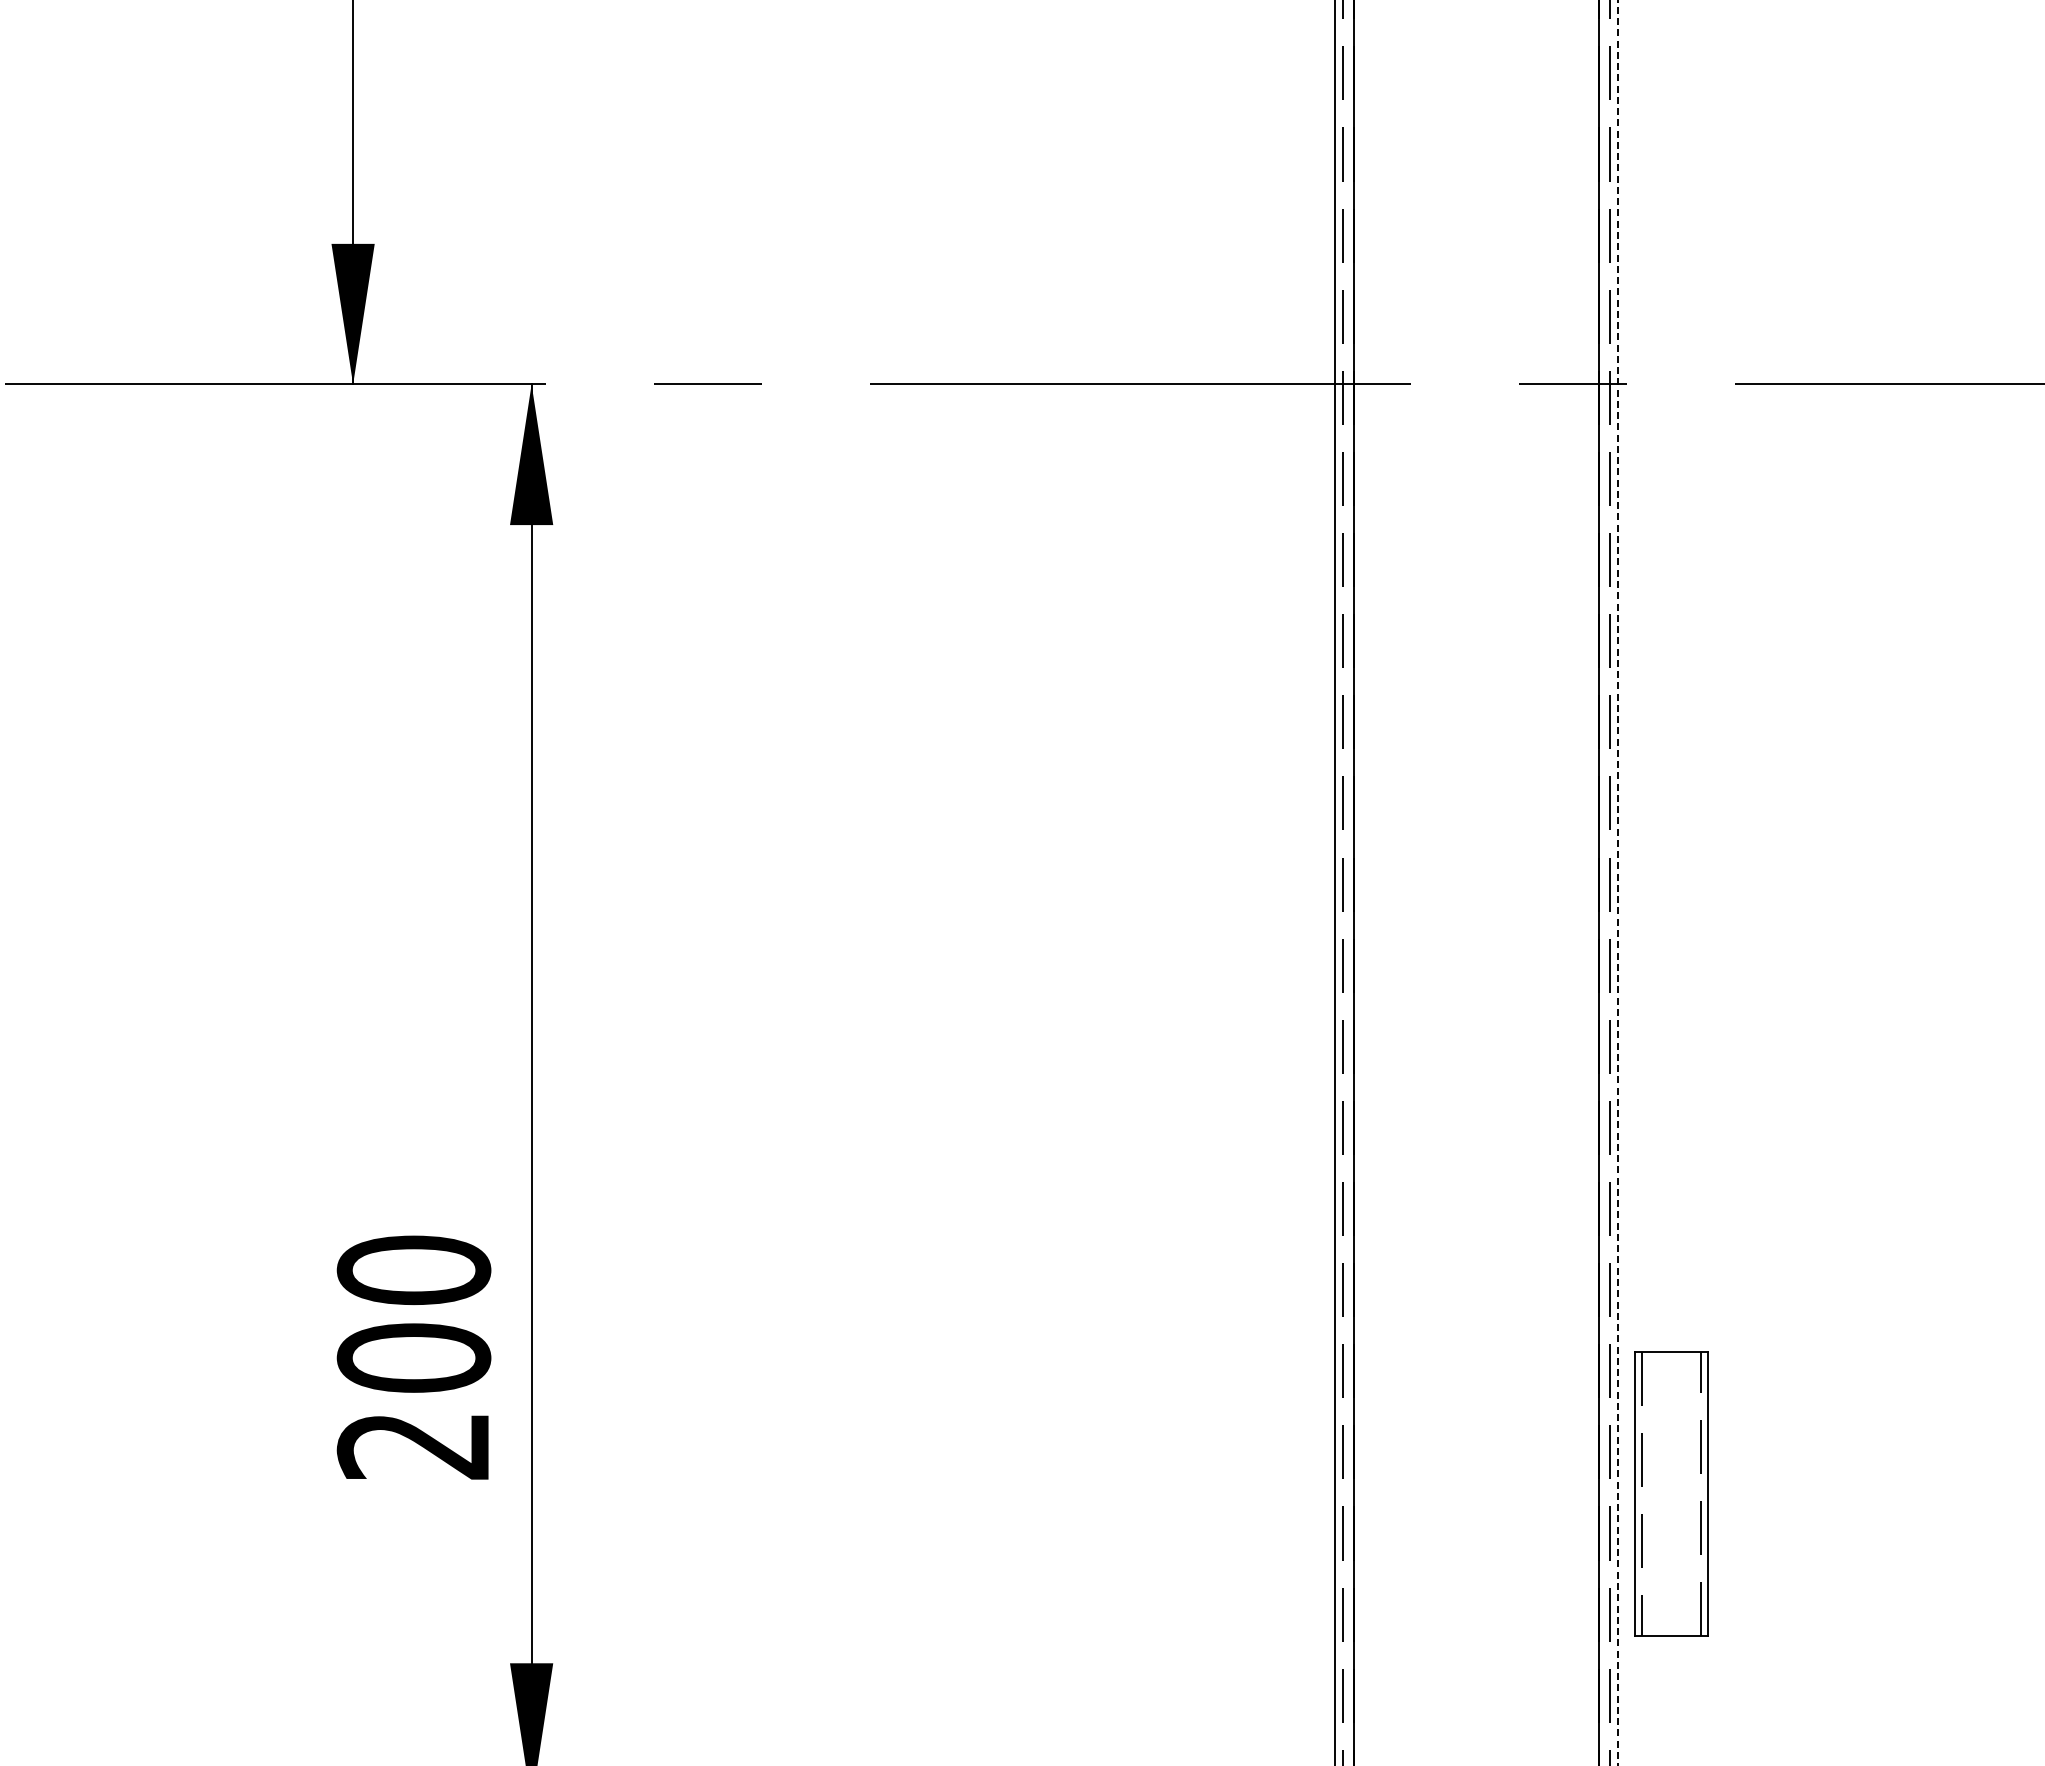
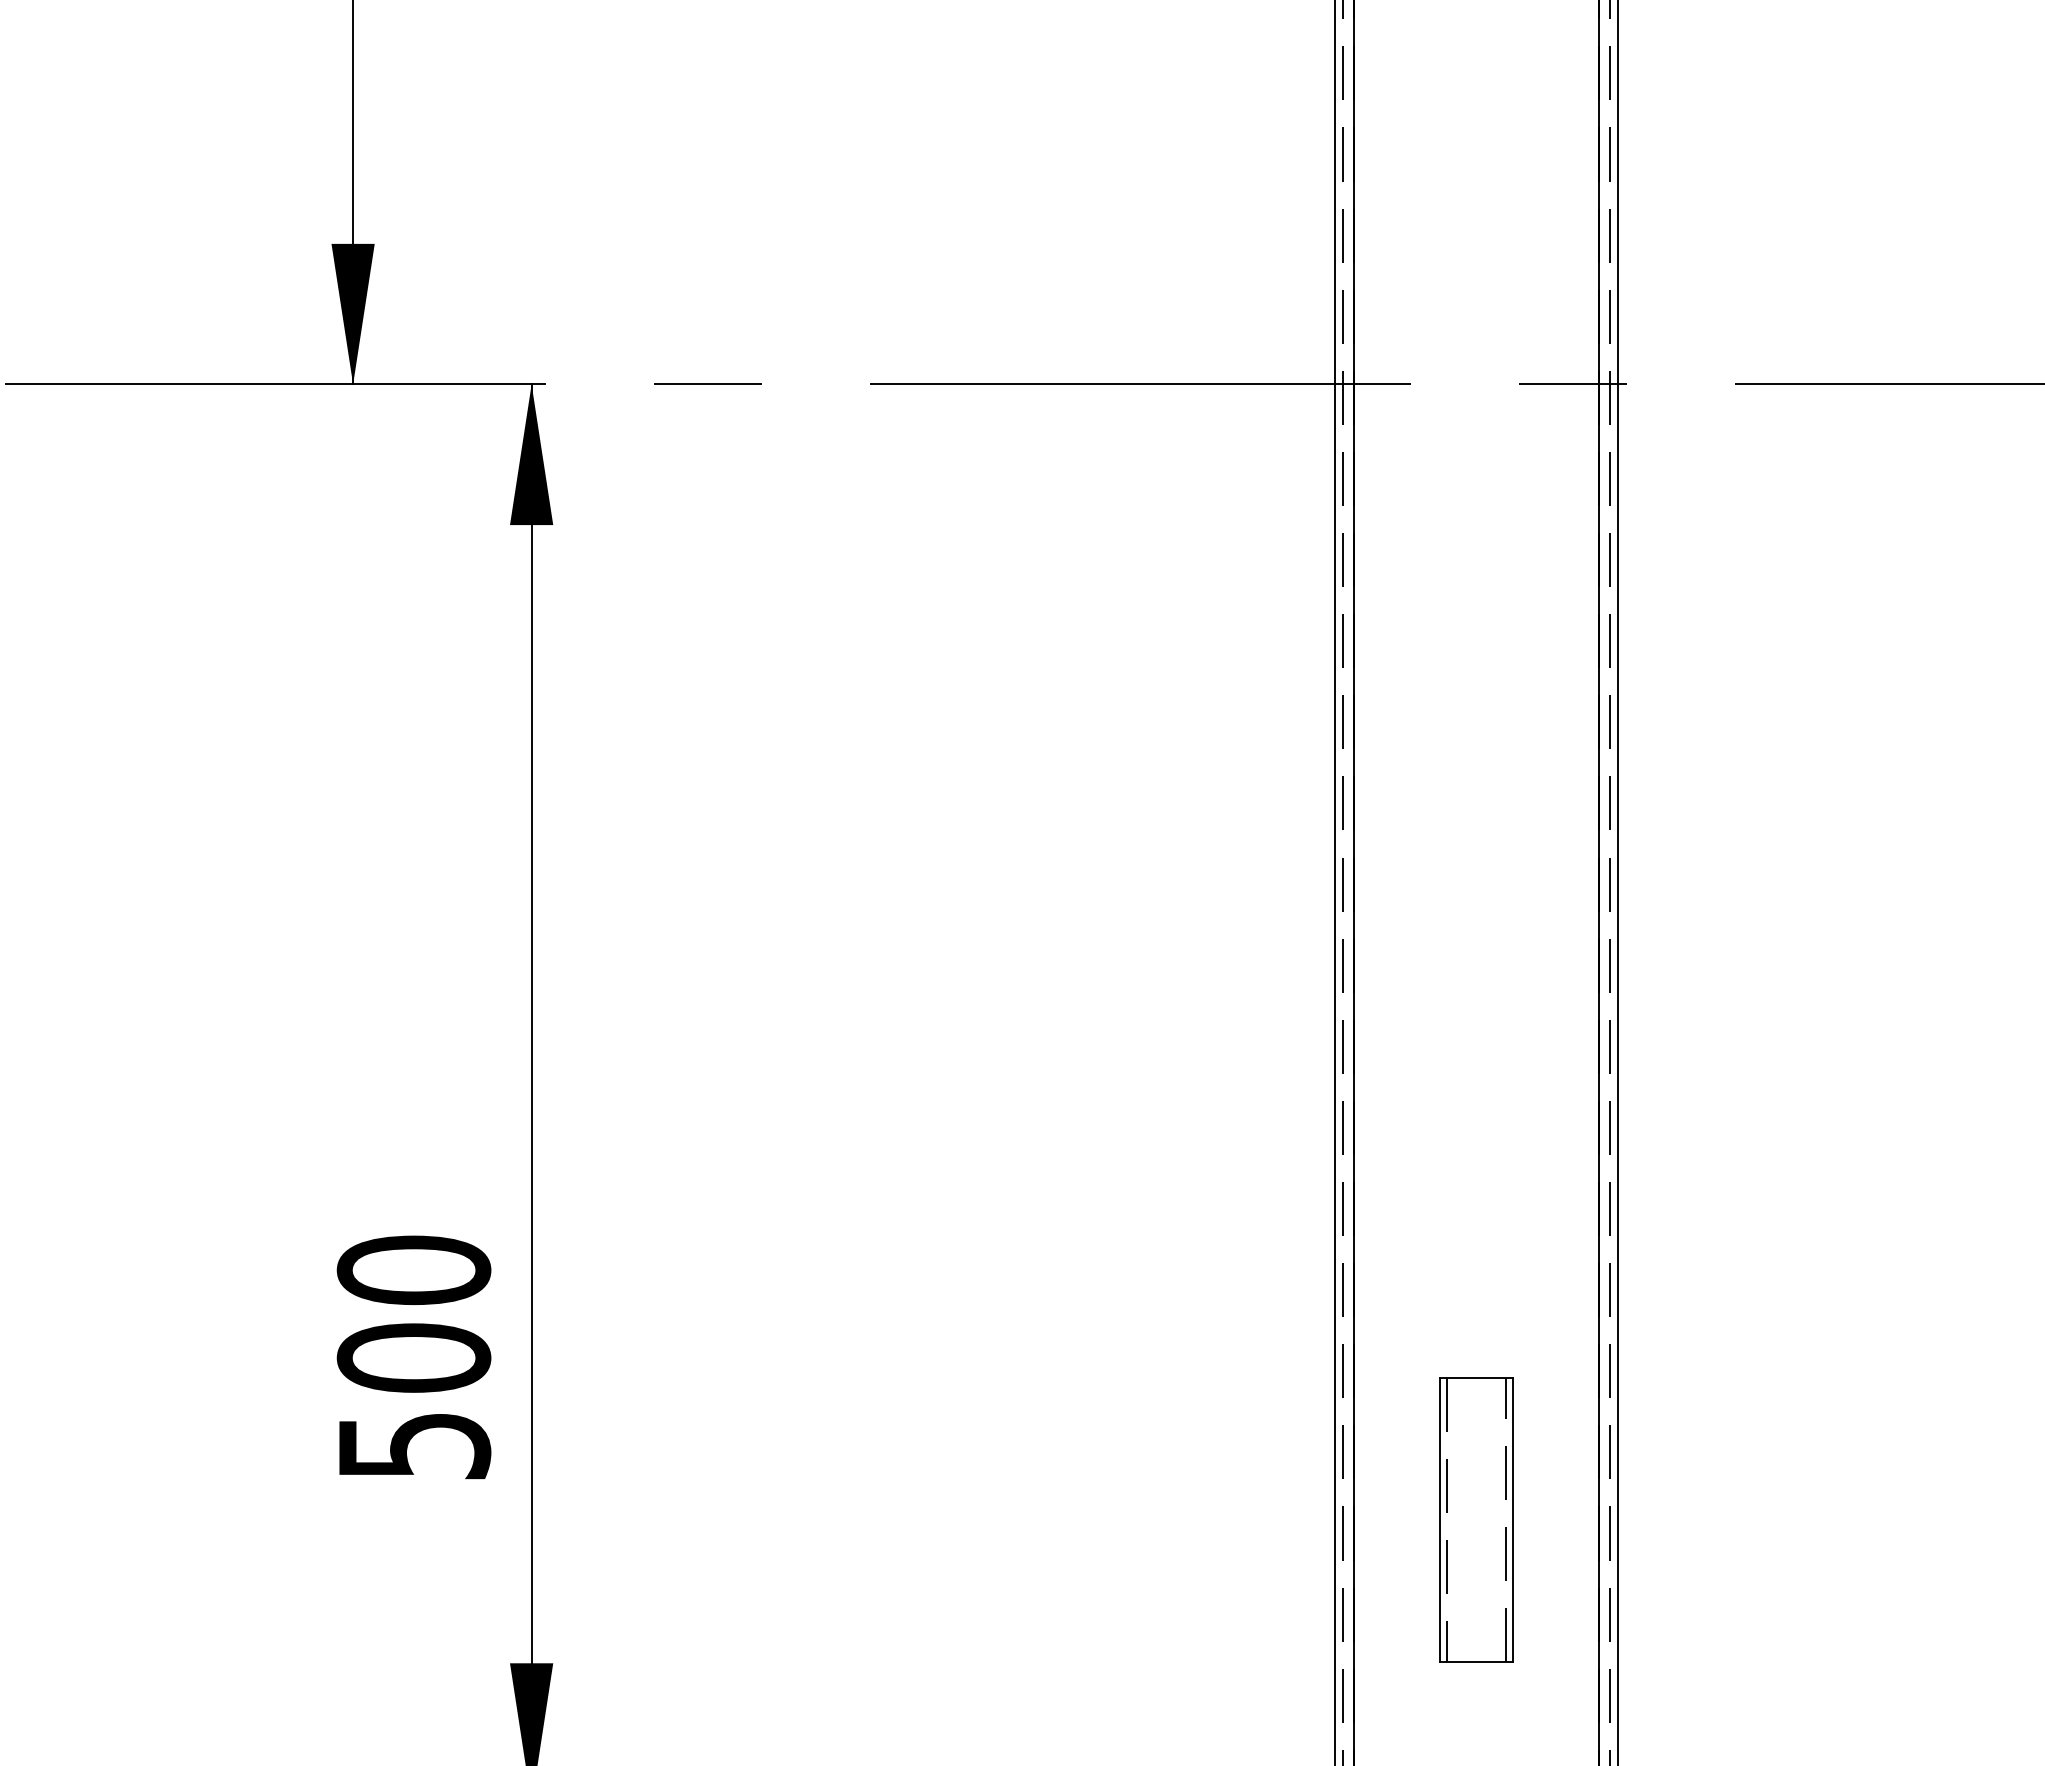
line at (1618, 882): dashed -> solid
text at (413, 1446): 200 -> 500
part at (1671, 1493) position: (1671, 1493) -> (1476, 1519)
